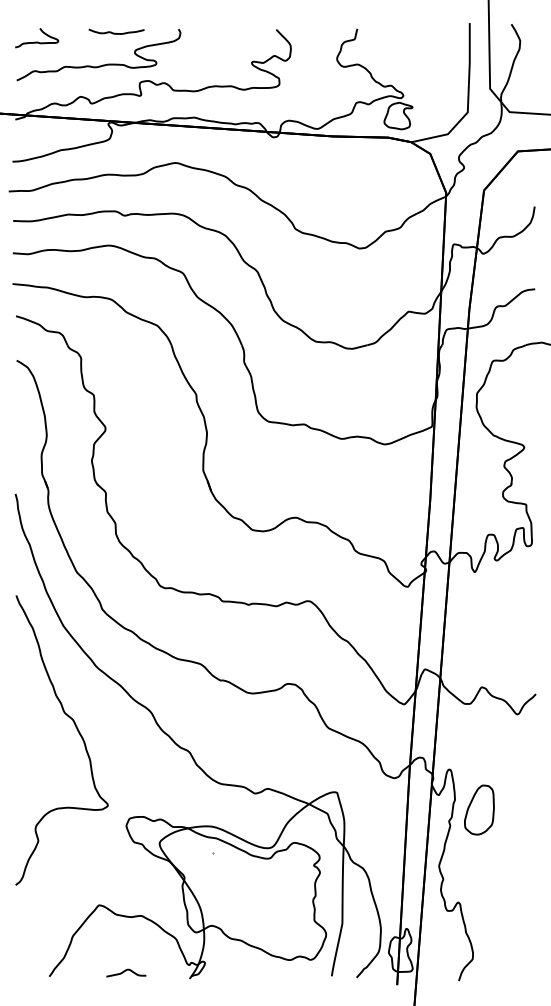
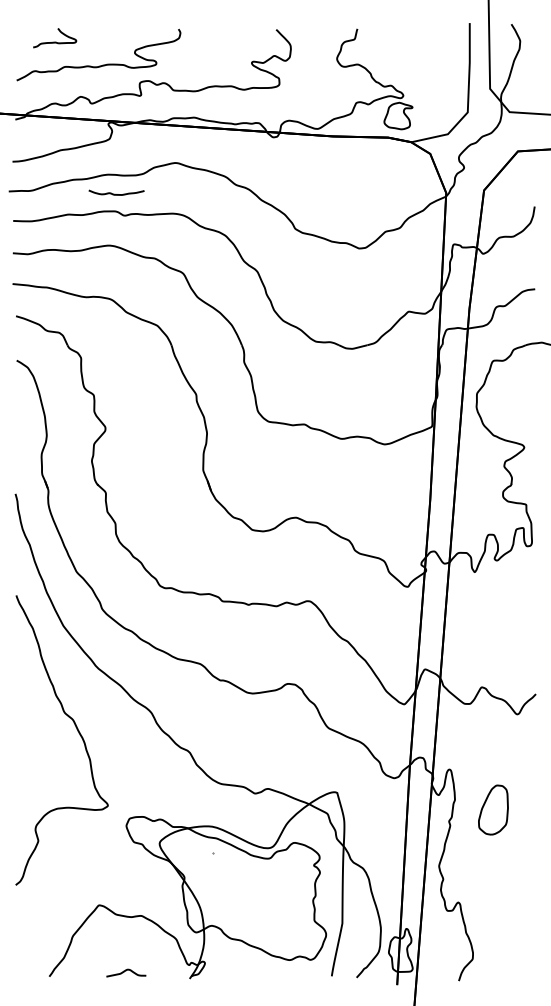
curve at (115, 32) position: (115, 32) -> (115, 193)
curve at (37, 41) position: (37, 41) -> (55, 41)
part at (479, 809) position: (479, 809) -> (493, 809)
